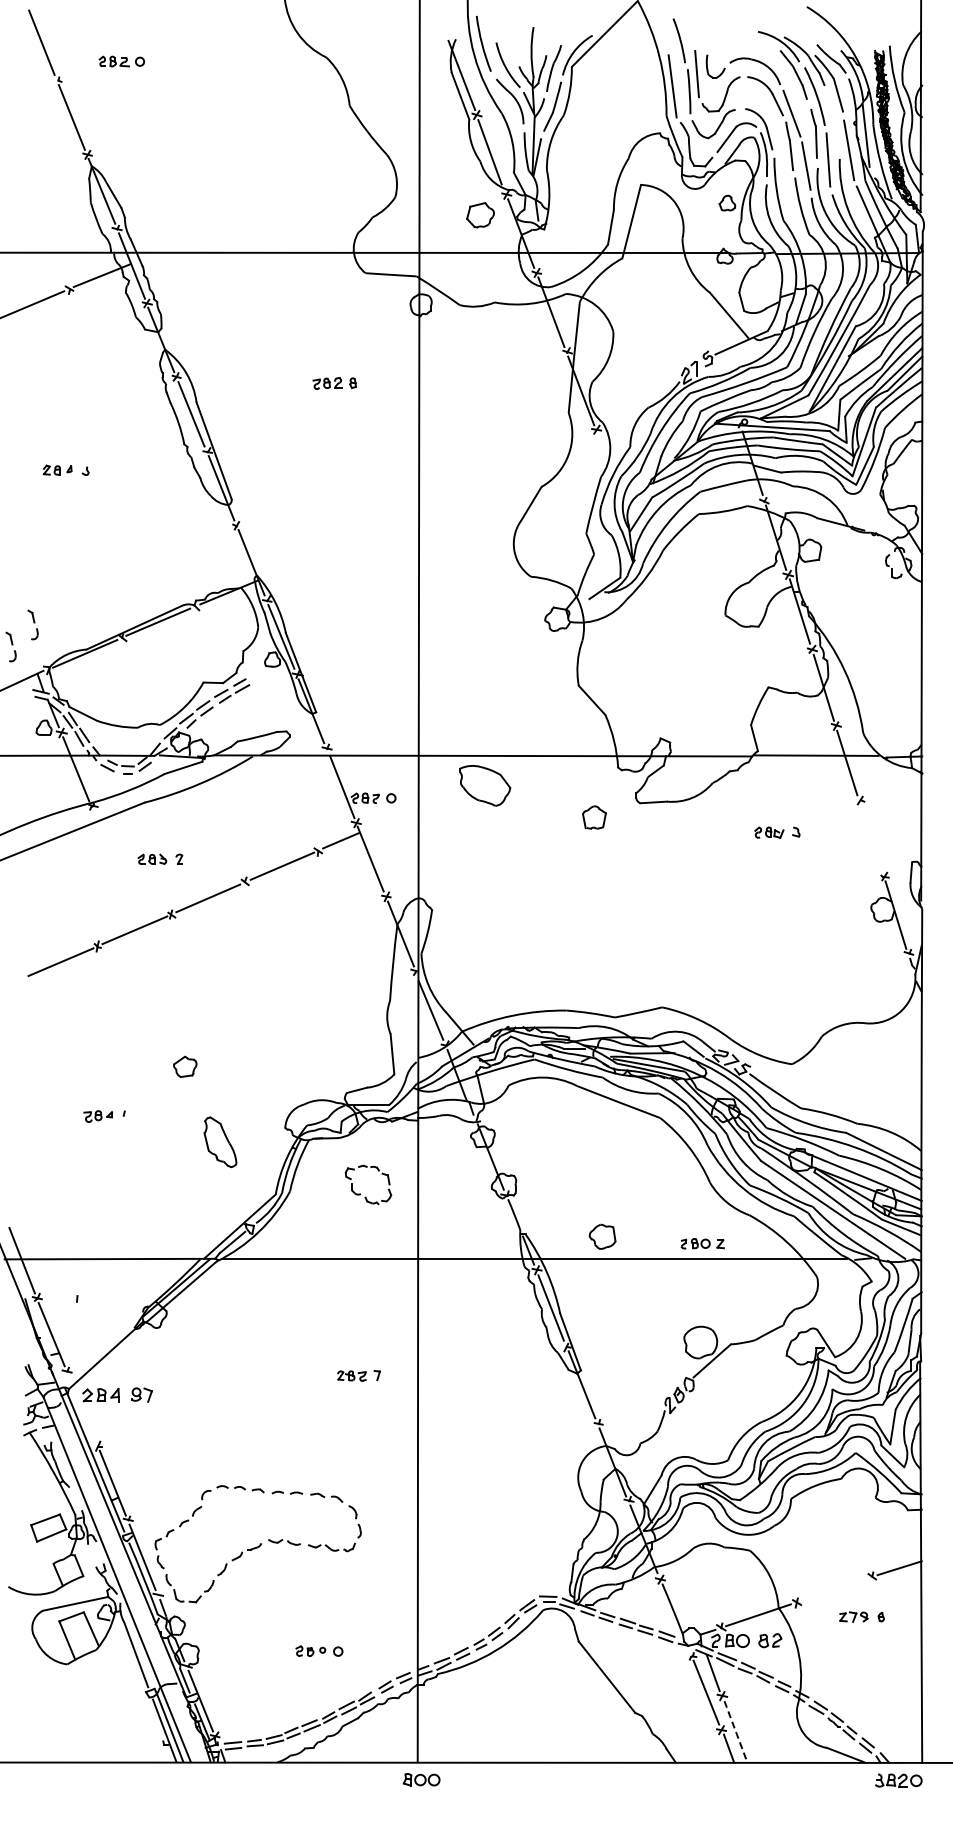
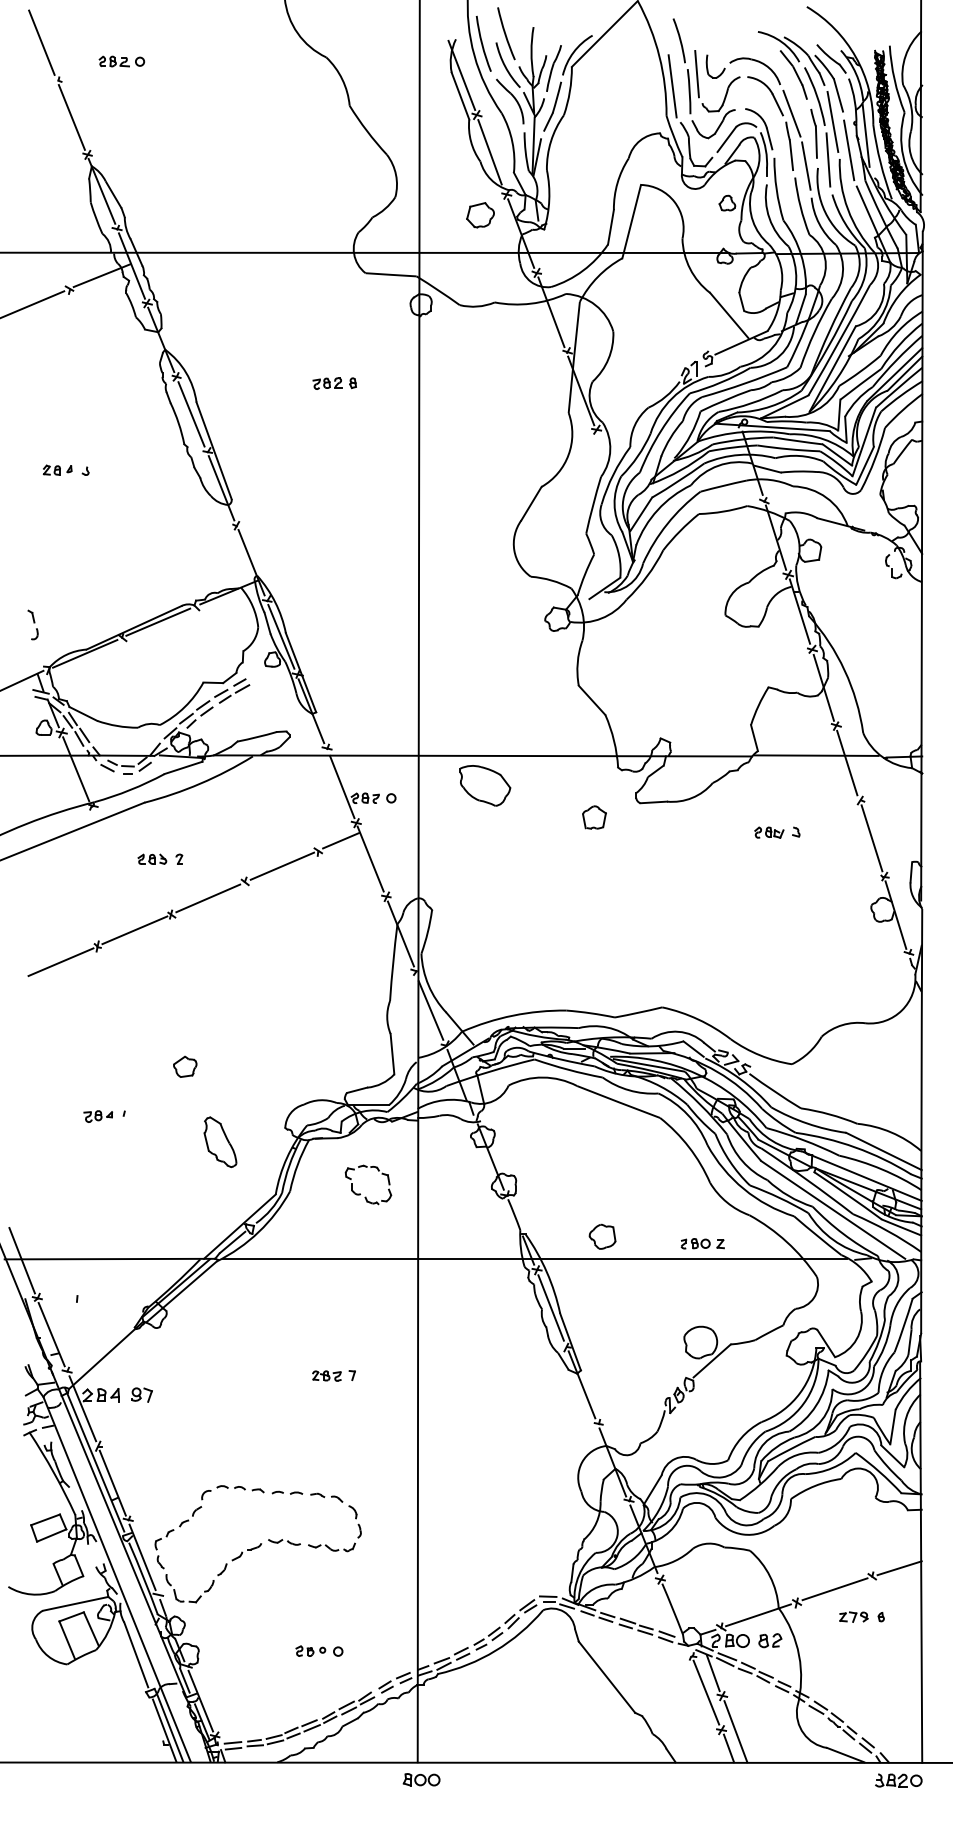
arc at (506, 33): none -> present
line at (832, 121): none -> present
part at (10, 646): present -> none
line at (871, 838): none -> present
part at (358, 1375) position: (358, 1375) -> (333, 1375)
line at (82, 1408): none -> present
line at (834, 1589): none -> present
line at (735, 1731): dashed -> solid
